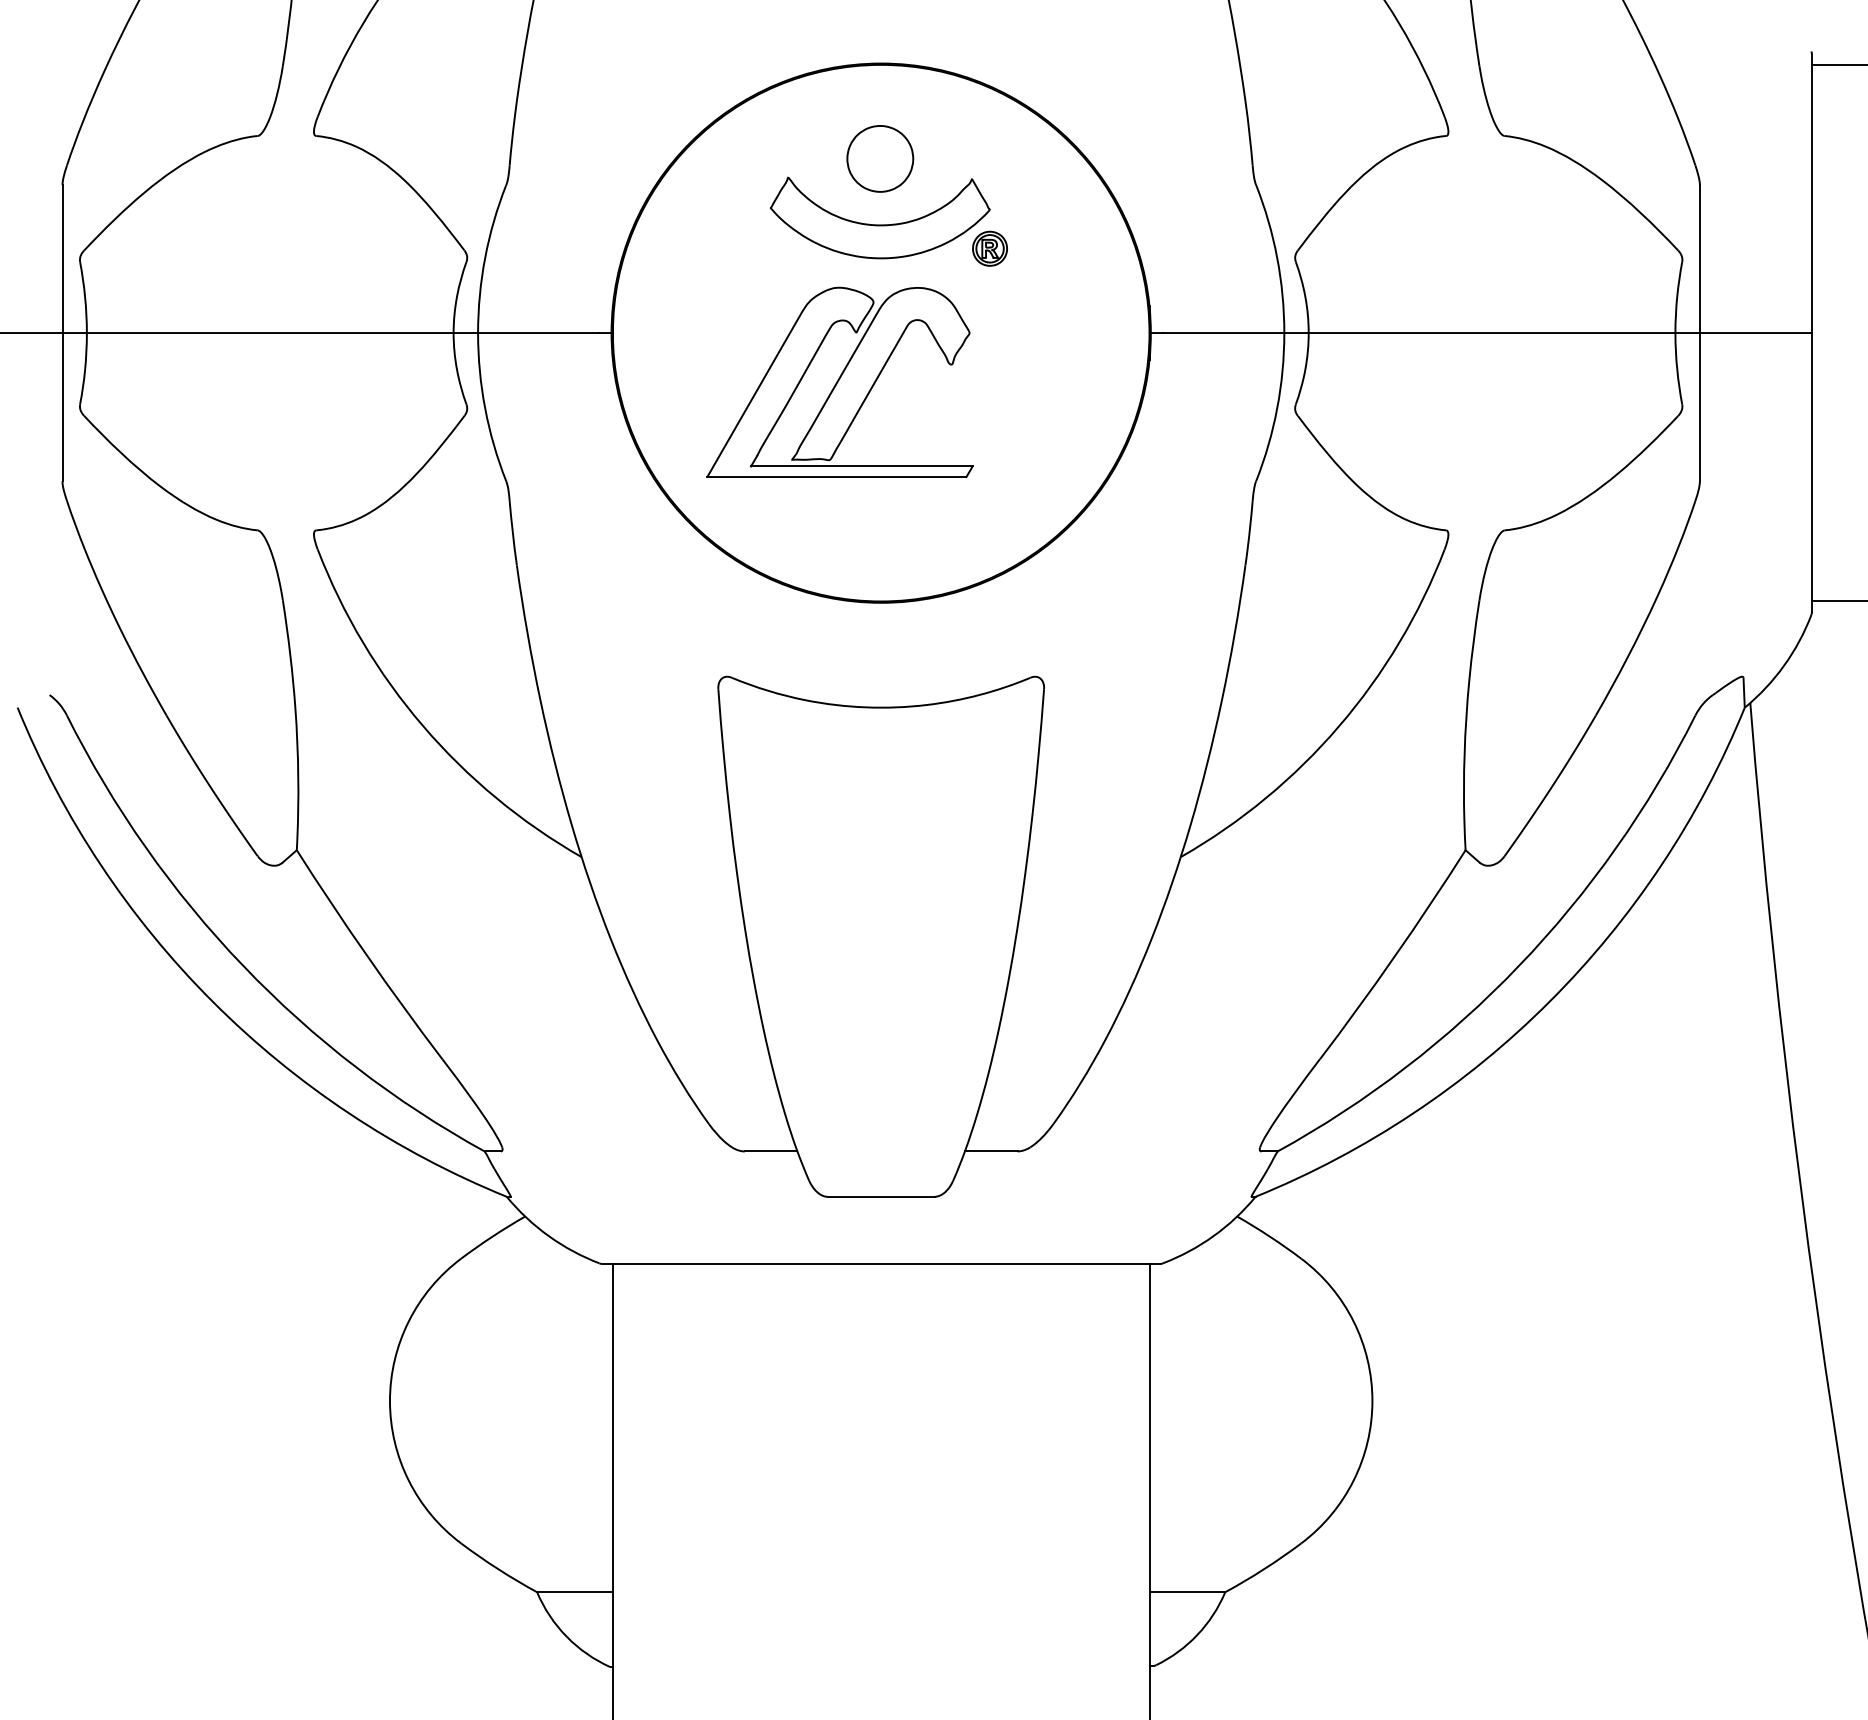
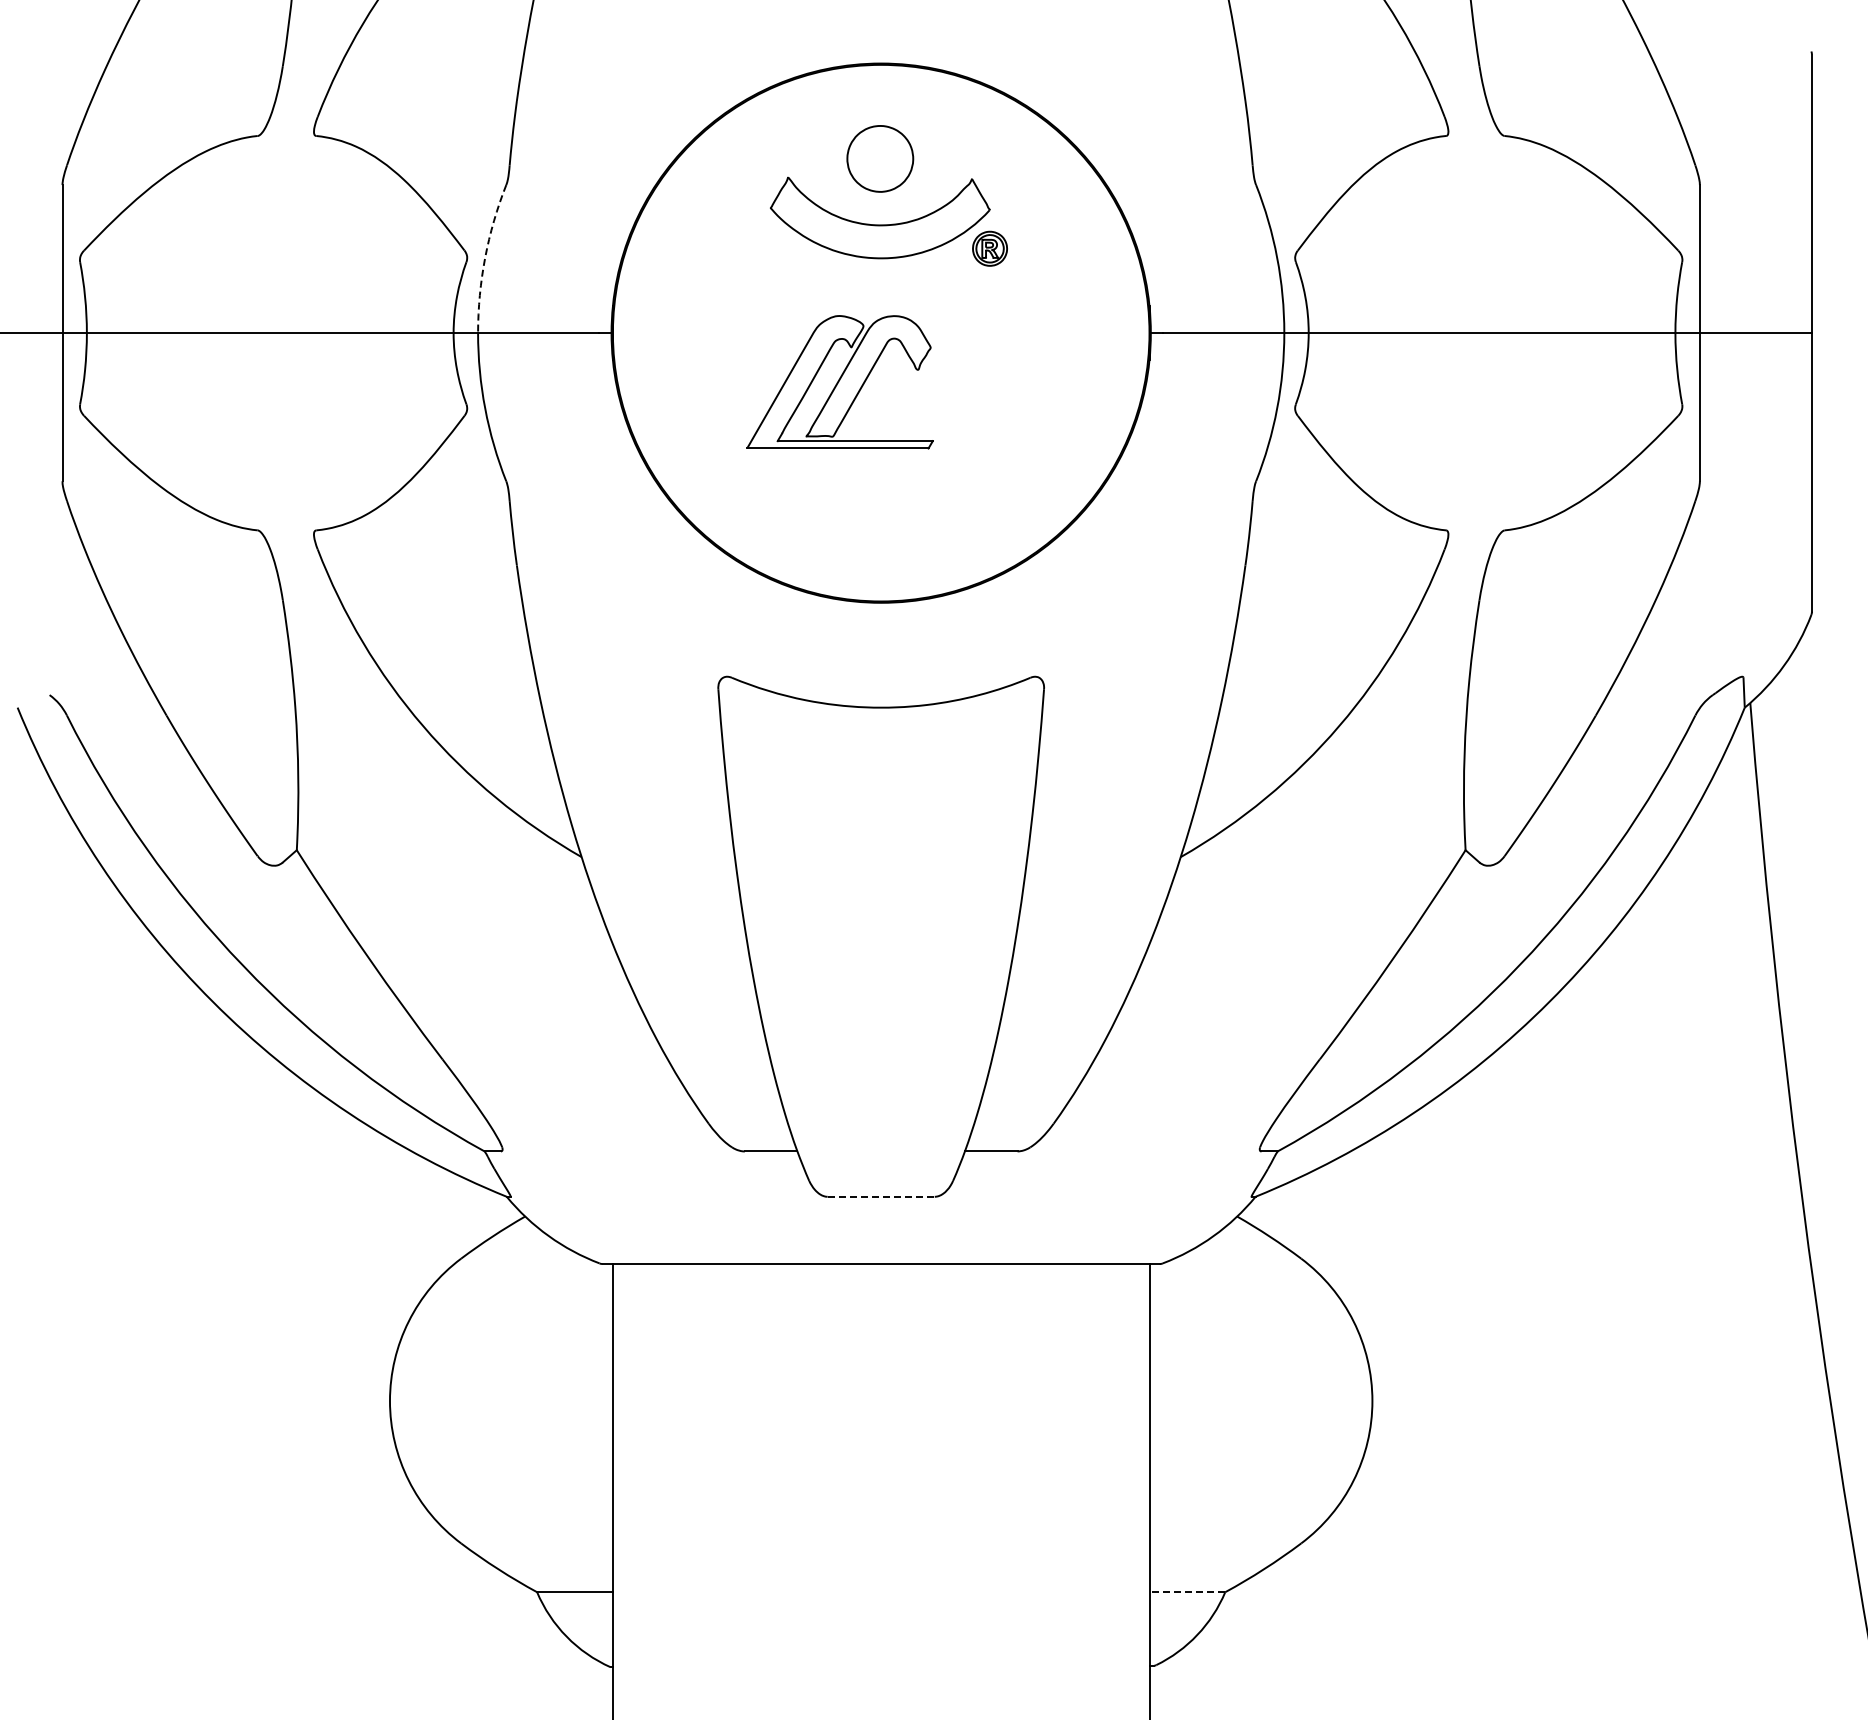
line at (1837, 64): present -> none
arc at (485, 257): solid -> dashed
part at (839, 381) size: 268x192 px -> 188x135 px
line at (1837, 601): present -> none
line at (881, 1196): solid -> dashed
line at (1187, 1592): solid -> dashed
